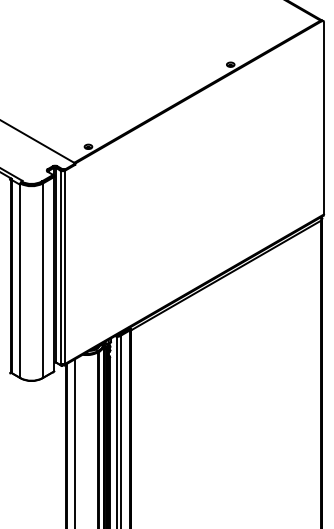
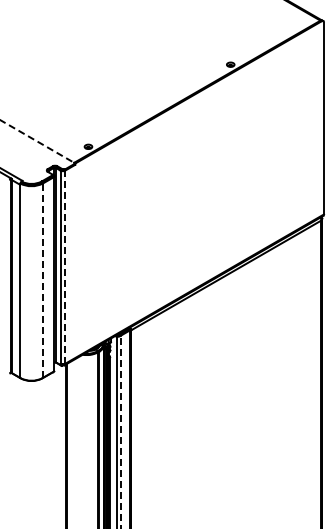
line at (38, 142): solid -> dashed
line at (65, 267): solid -> dashed
line at (42, 281): solid -> dashed
line at (121, 431): solid -> dashed
line at (75, 442): present -> none
